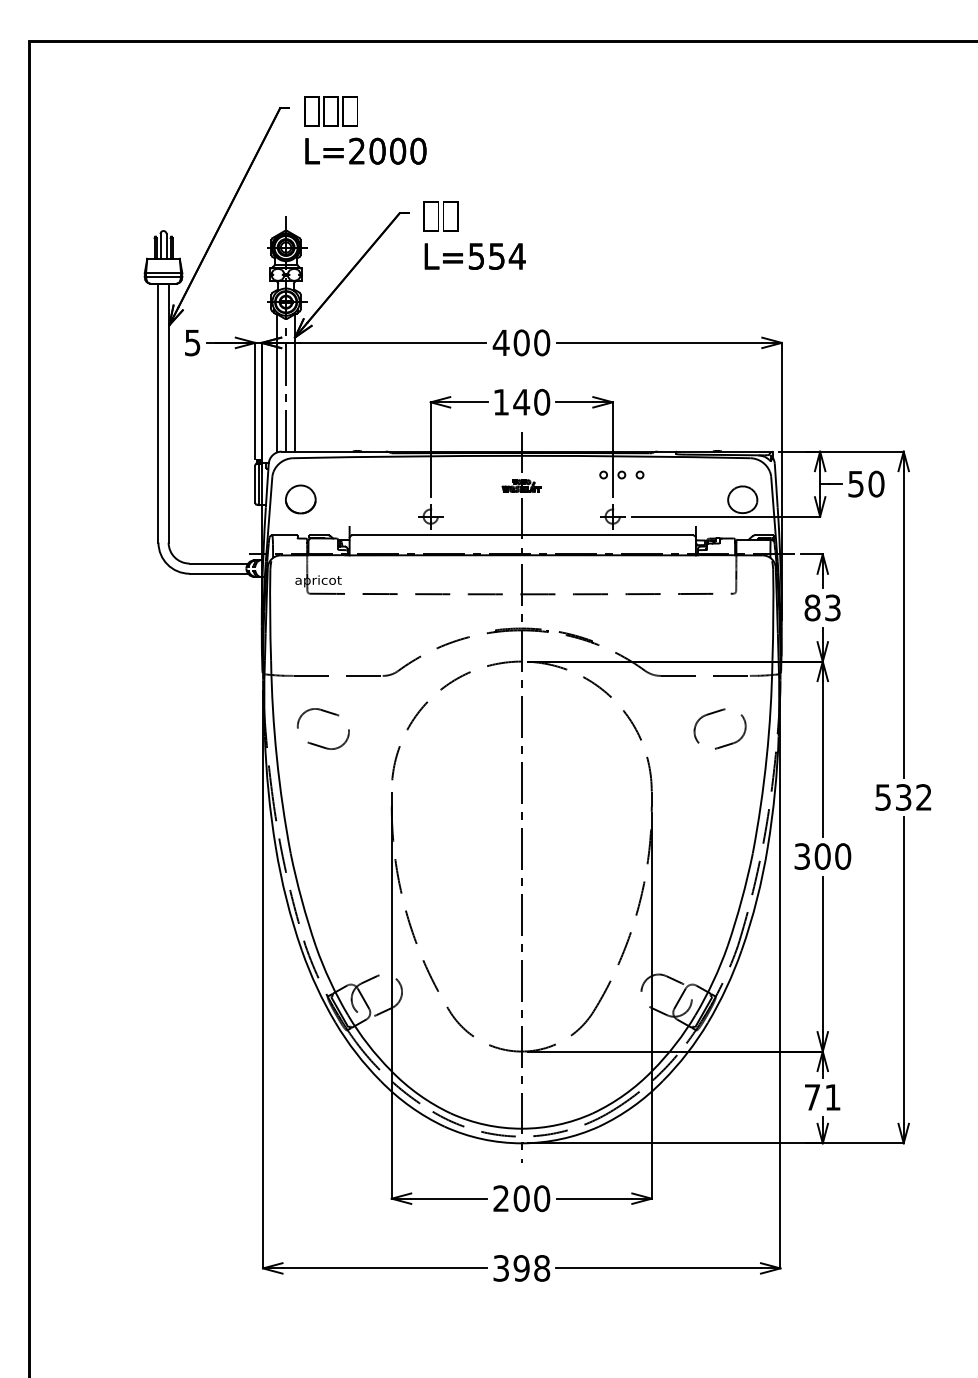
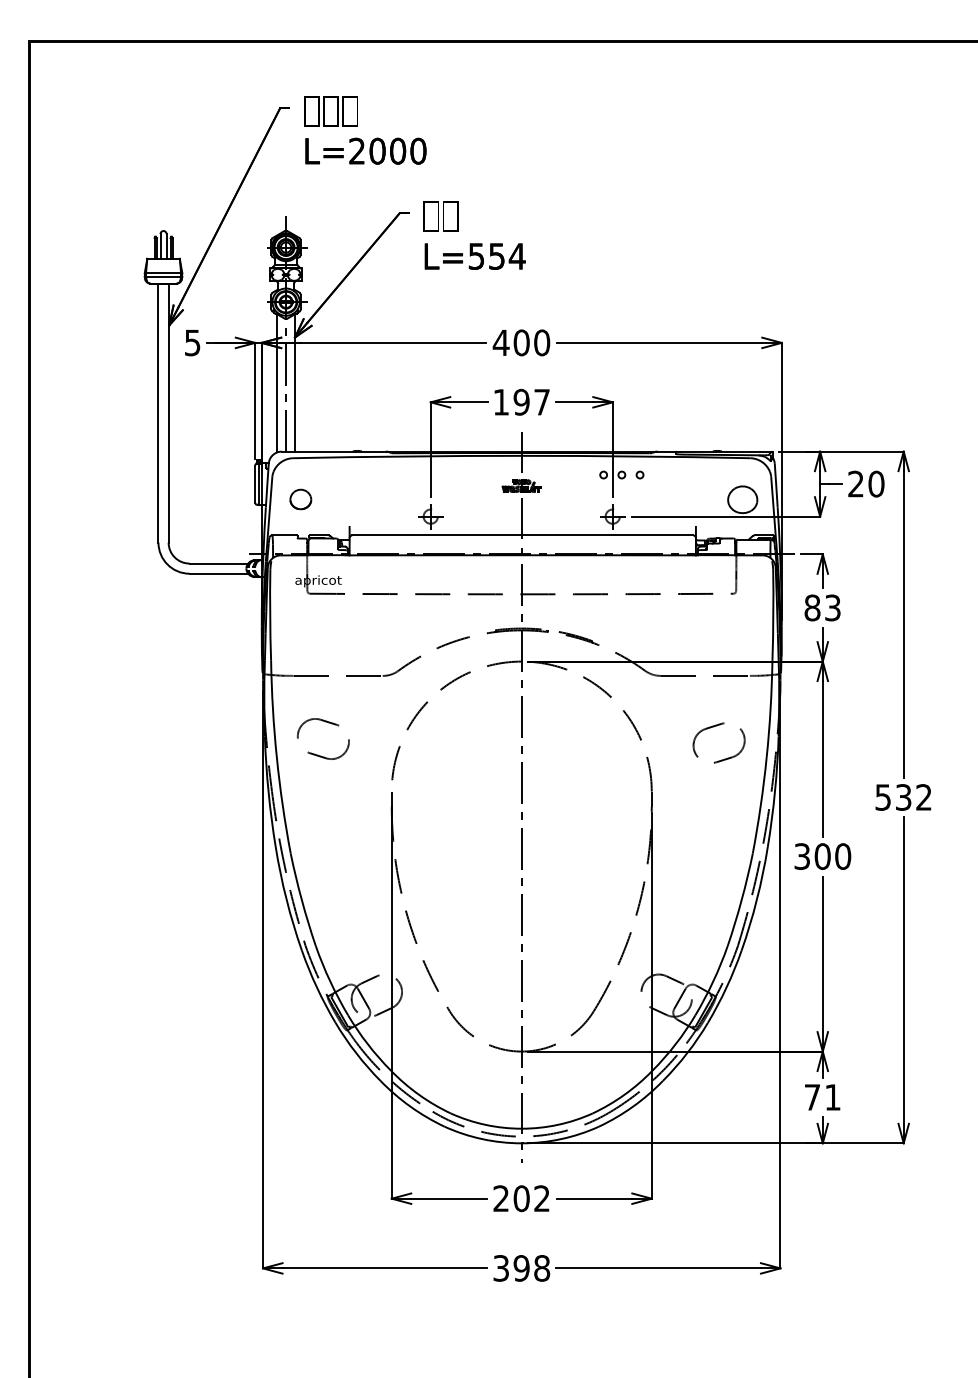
text at (531, 401): 140 -> 197
text at (855, 483): 50 -> 20
part at (300, 499) size: 32x31 px -> 24x23 px
part at (328, 713) position: (328, 713) -> (328, 723)
part at (714, 713) position: (714, 713) -> (713, 727)
text at (542, 1198): 200 -> 202
